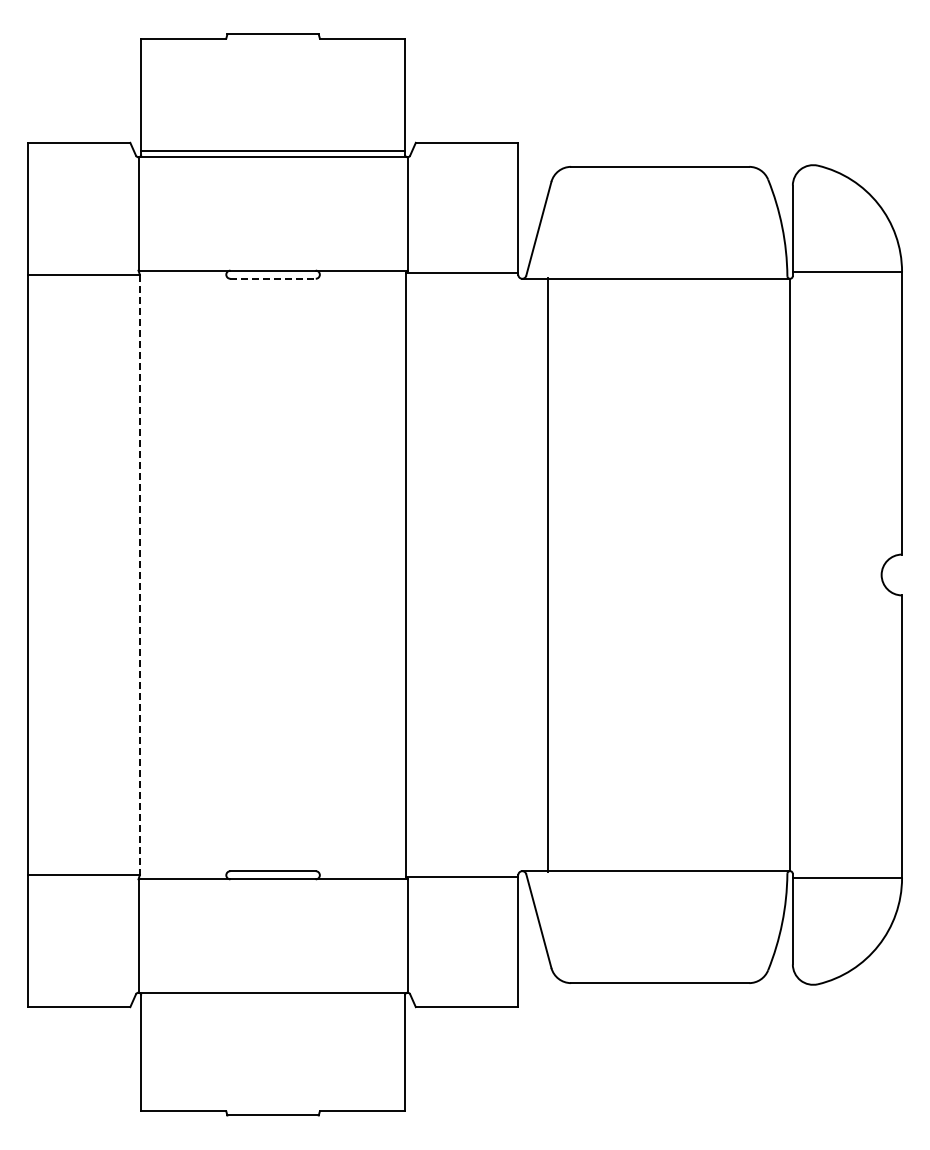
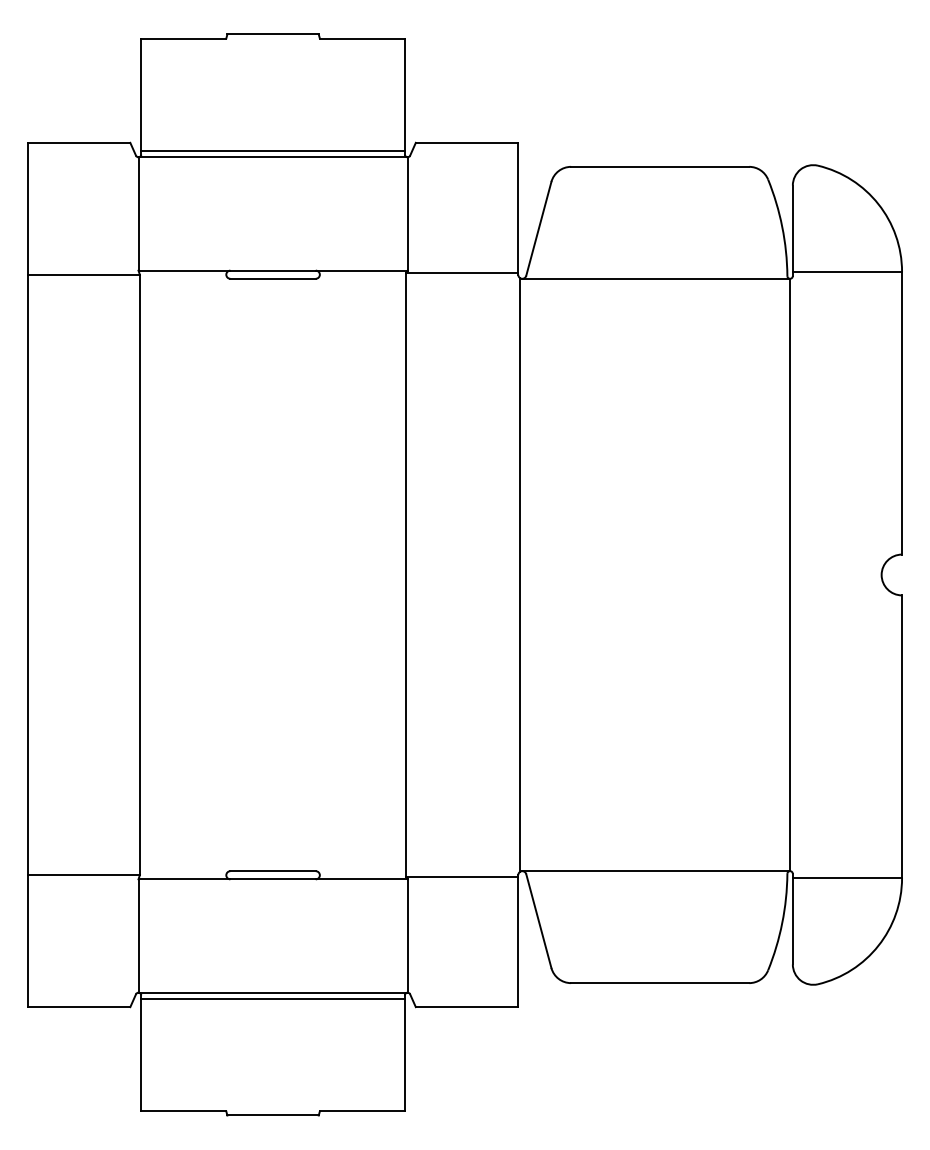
line at (273, 278): dashed -> solid
line at (547, 574) position: (547, 574) -> (519, 574)
line at (139, 575): dashed -> solid
line at (272, 999): none -> present
